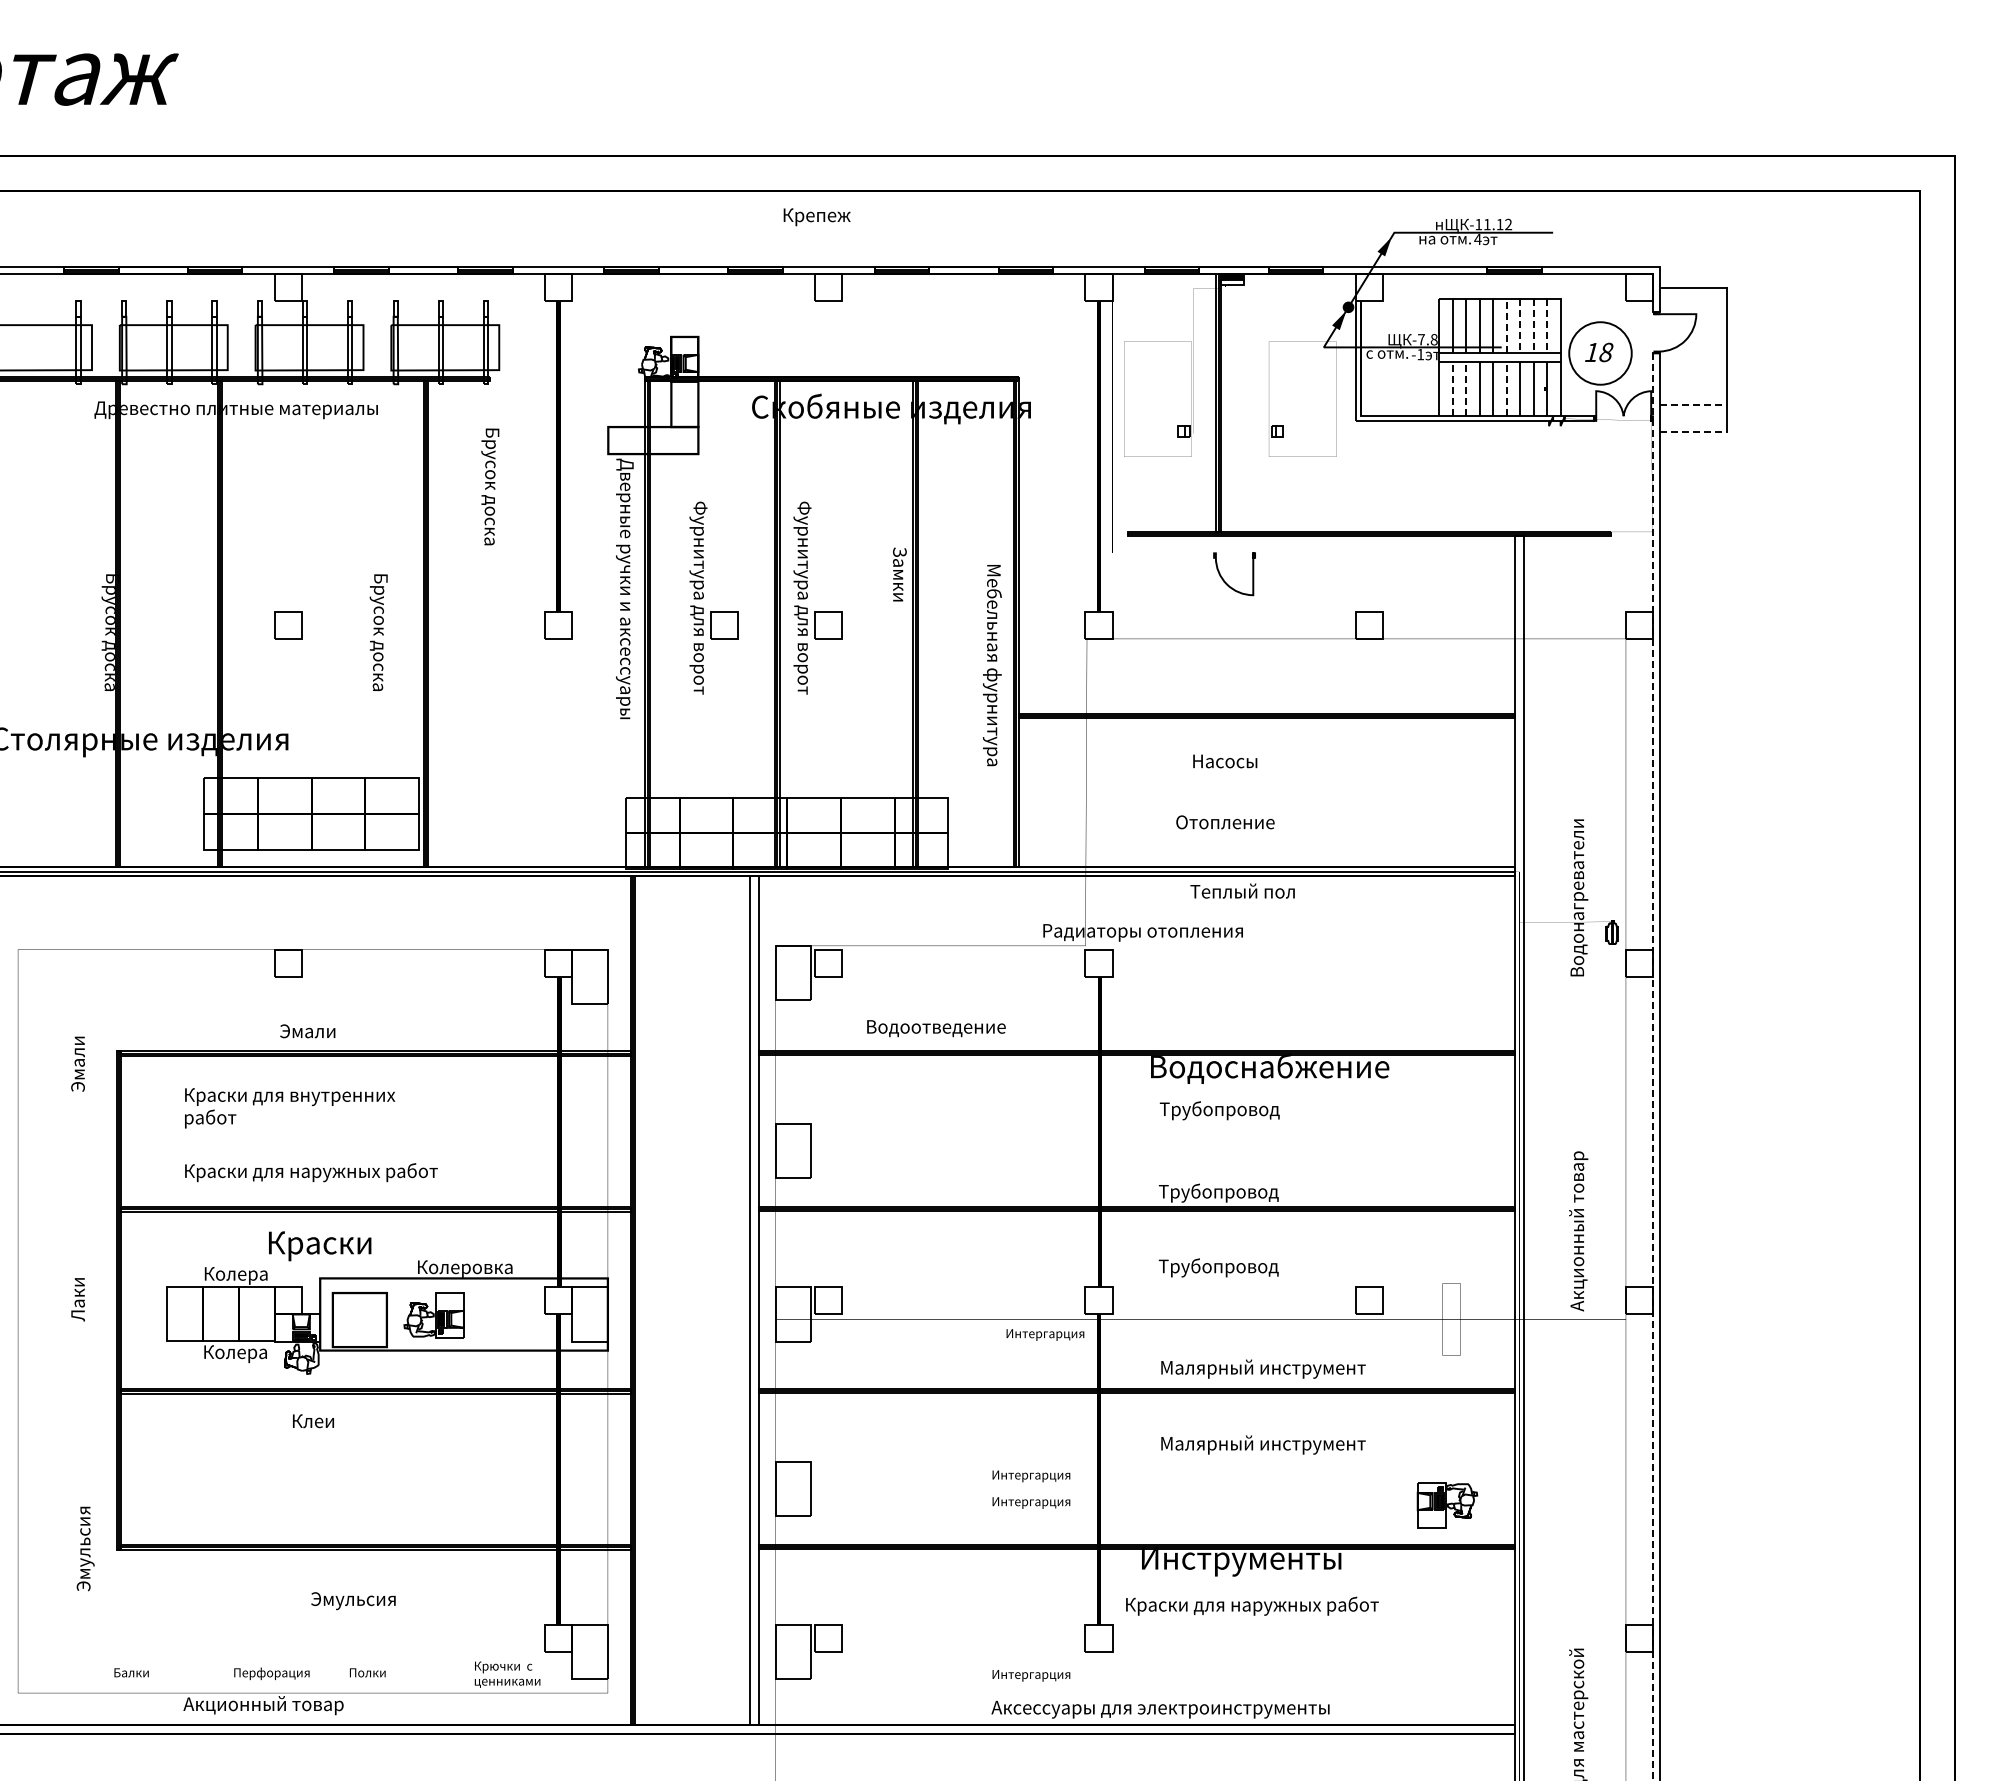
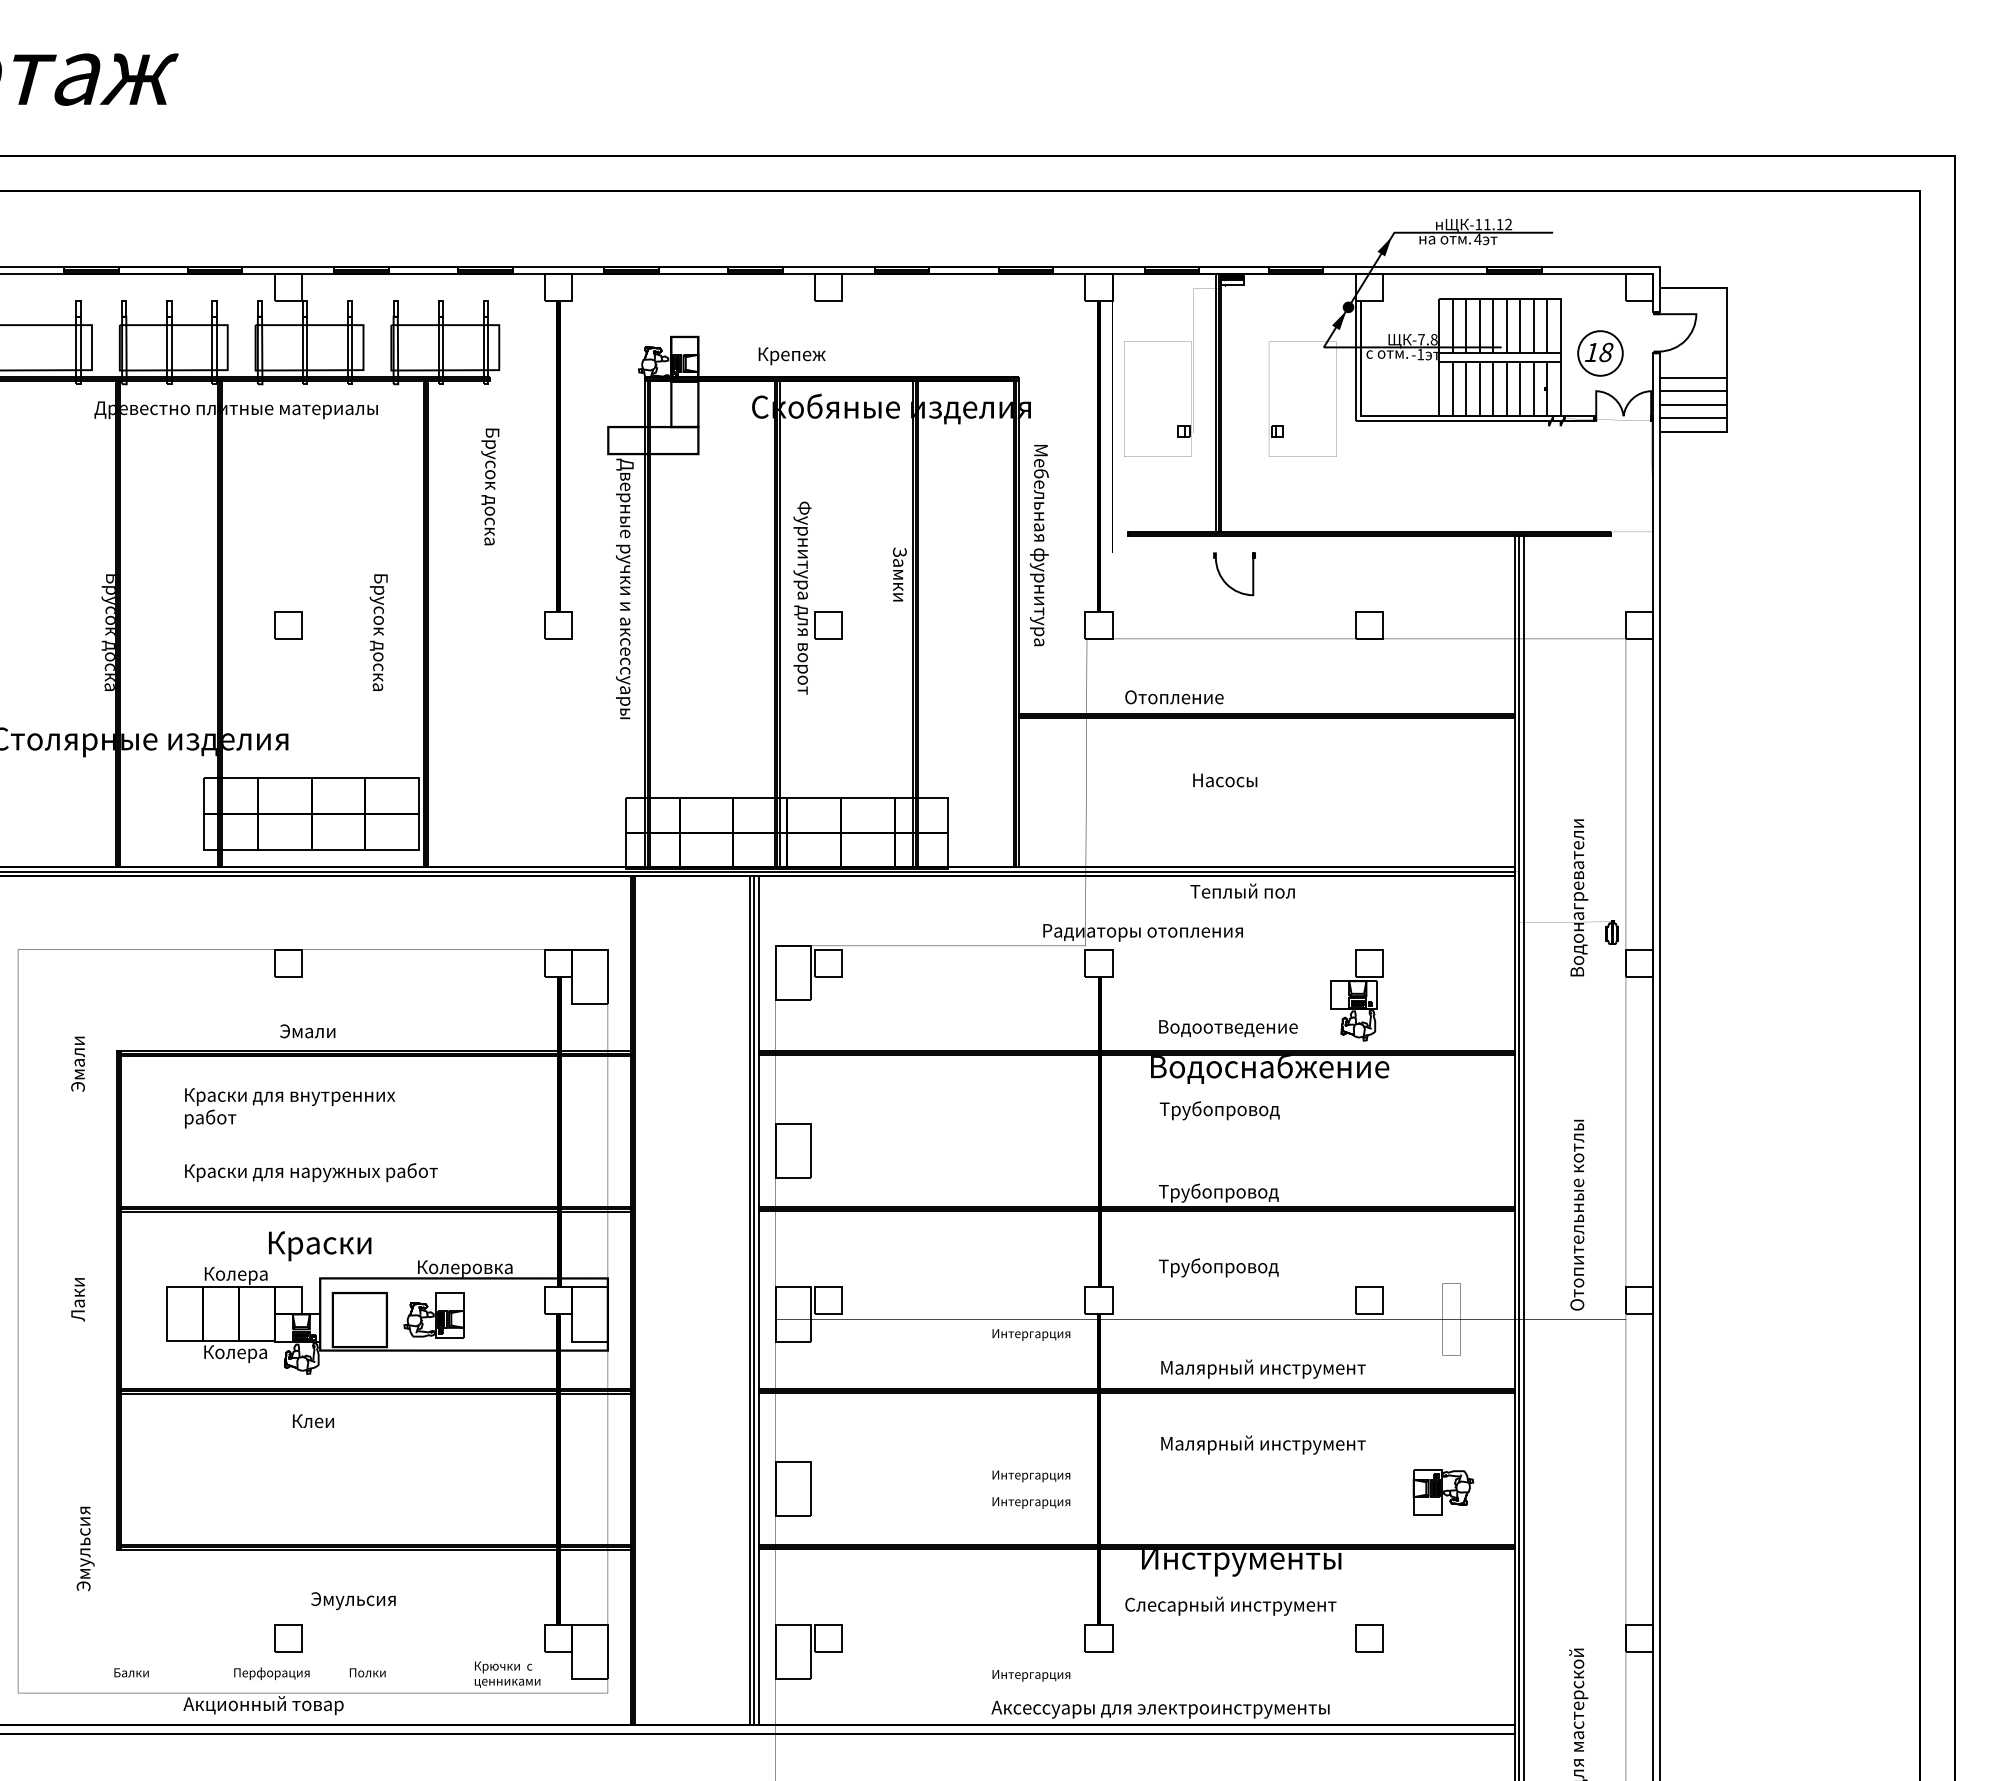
text at (816, 217) position: (816, 217) -> (791, 356)
line at (1506, 325): dashed -> solid
line at (1520, 326): dashed -> solid
line at (1533, 326): dashed -> solid
line at (1547, 326): dashed -> solid
circle at (1600, 353) diameter: 63 px -> 45 px
line at (1693, 377): none -> present
line at (1452, 388): dashed -> solid
line at (1466, 388): dashed -> solid
line at (1506, 388): dashed -> solid
line at (1693, 391): none -> present
line at (1693, 404): dashed -> solid
line at (1693, 418): none -> present
line at (1693, 431): dashed -> solid
part at (703, 597): present -> none
text at (991, 665) position: (991, 665) -> (1038, 545)
text at (1225, 761) position: (1225, 761) -> (1225, 780)
text at (1225, 822) position: (1225, 822) -> (1174, 697)
part at (1356, 995): none -> present
text at (936, 1028) position: (936, 1028) -> (1228, 1028)
line at (1652, 1067): dashed -> solid
line at (1519, 1156): none -> present
text at (1578, 1215): Акционный товар -> Отопительные котлы
line at (754, 1300): none -> present
text at (1045, 1334) position: (1045, 1334) -> (1031, 1334)
part at (1447, 1505) position: (1447, 1505) -> (1443, 1492)
text at (1251, 1605): Краски для наружных работ -> Слесарный инструмент
part at (288, 1638): none -> present
part at (1369, 1638): none -> present
